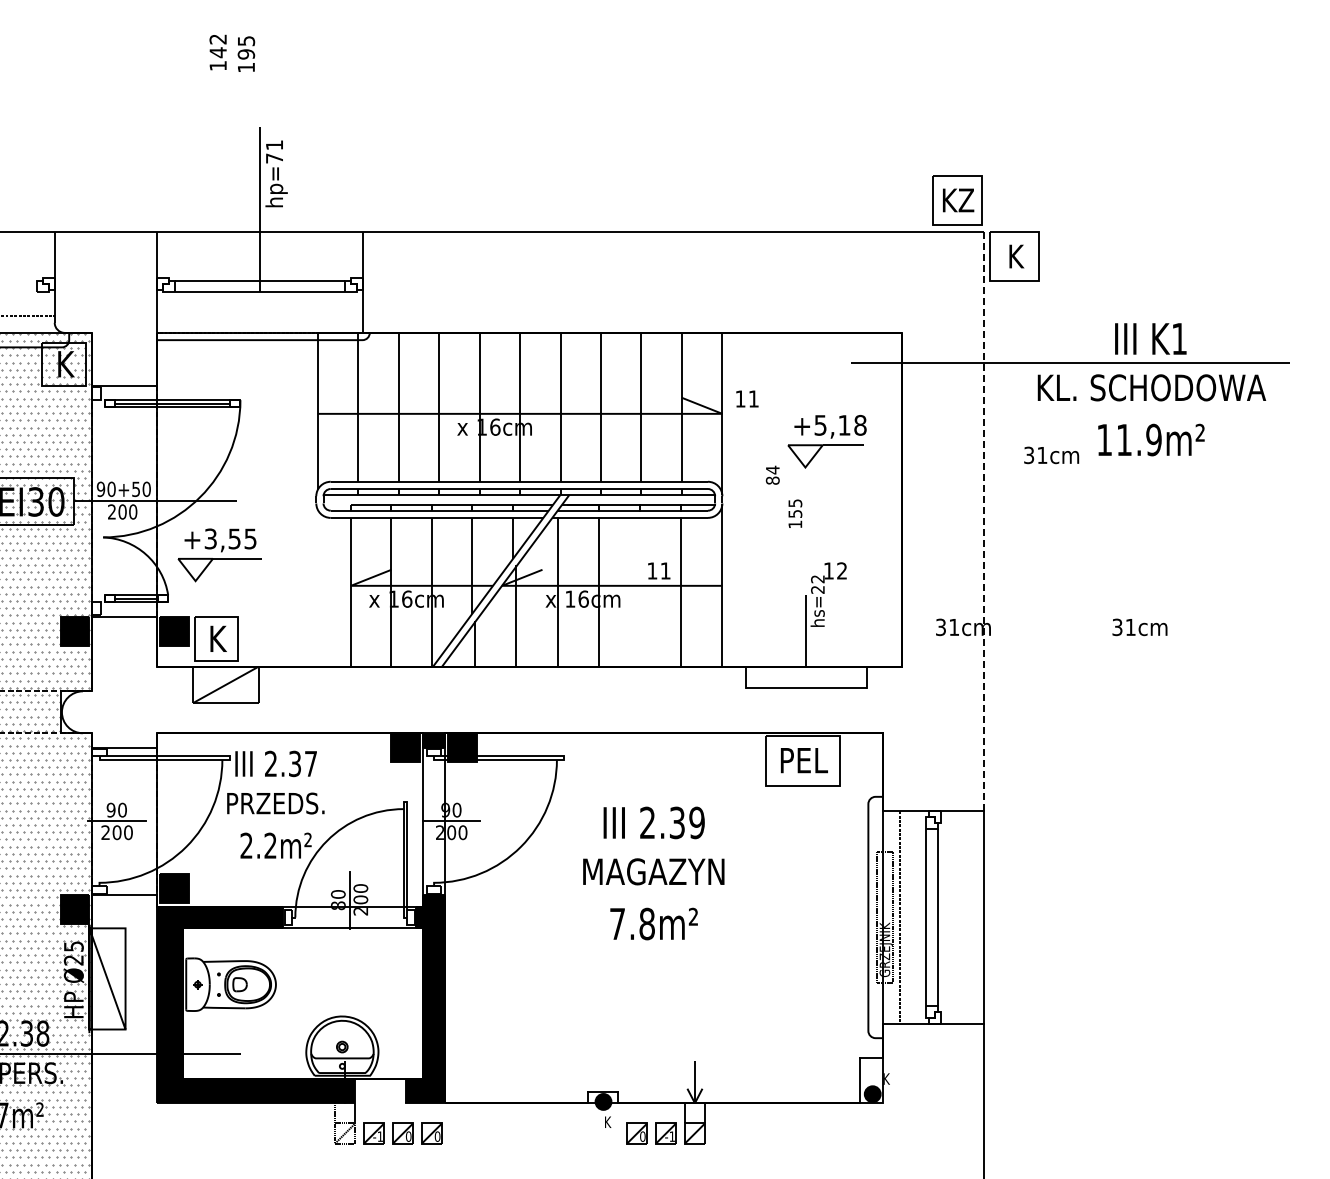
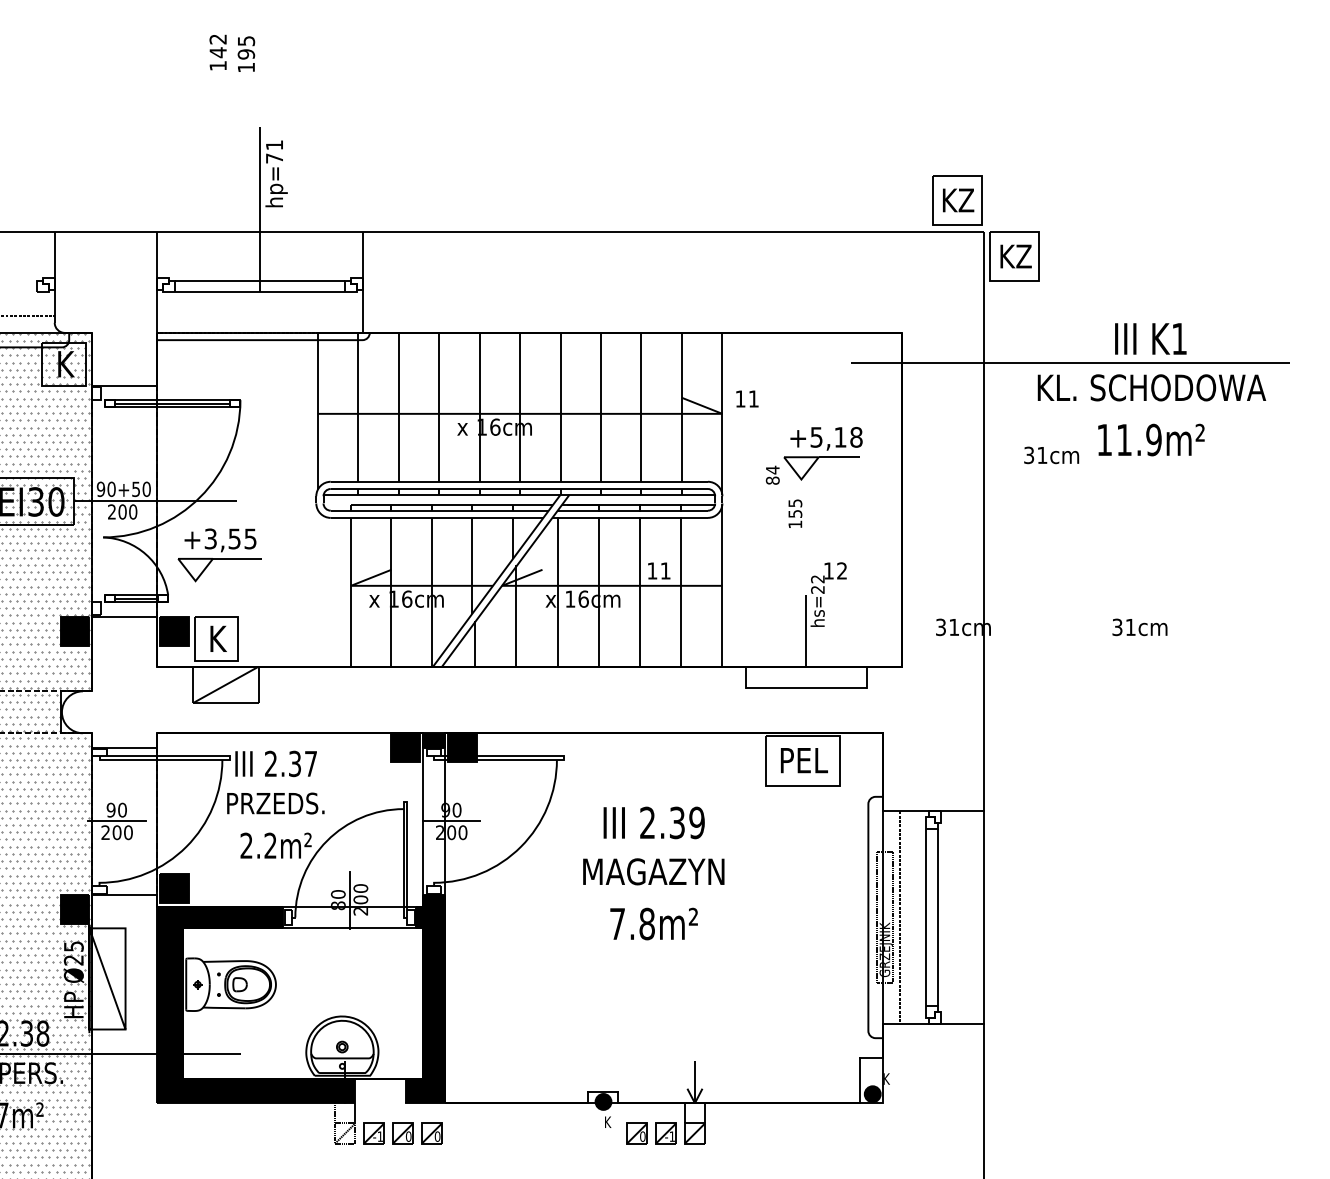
text at (1015, 256): K -> KZ
part at (826, 441) position: (826, 441) -> (822, 453)
line at (983, 521): dashed -> solid
line at (640, 591): none -> present
